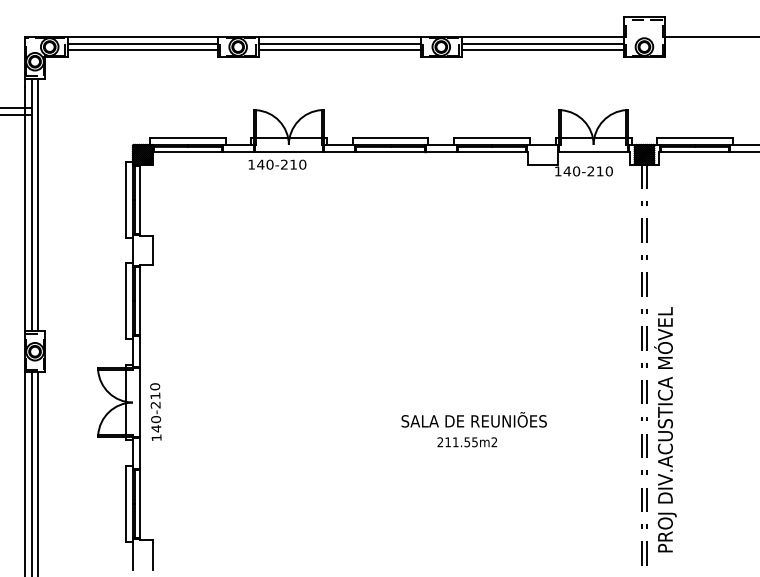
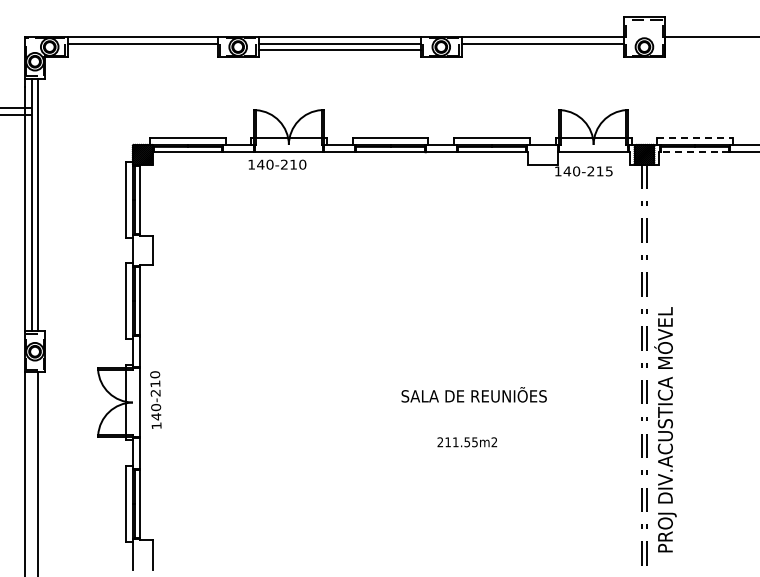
line at (142, 49): present -> none
line at (542, 49): present -> none
line at (695, 137): solid -> dashed
line at (694, 152): solid -> dashed
text at (608, 171): 140-210 -> 140-215
text at (155, 411) position: (155, 411) -> (155, 399)
text at (473, 419) position: (473, 419) -> (473, 394)
line at (32, 472): present -> none
